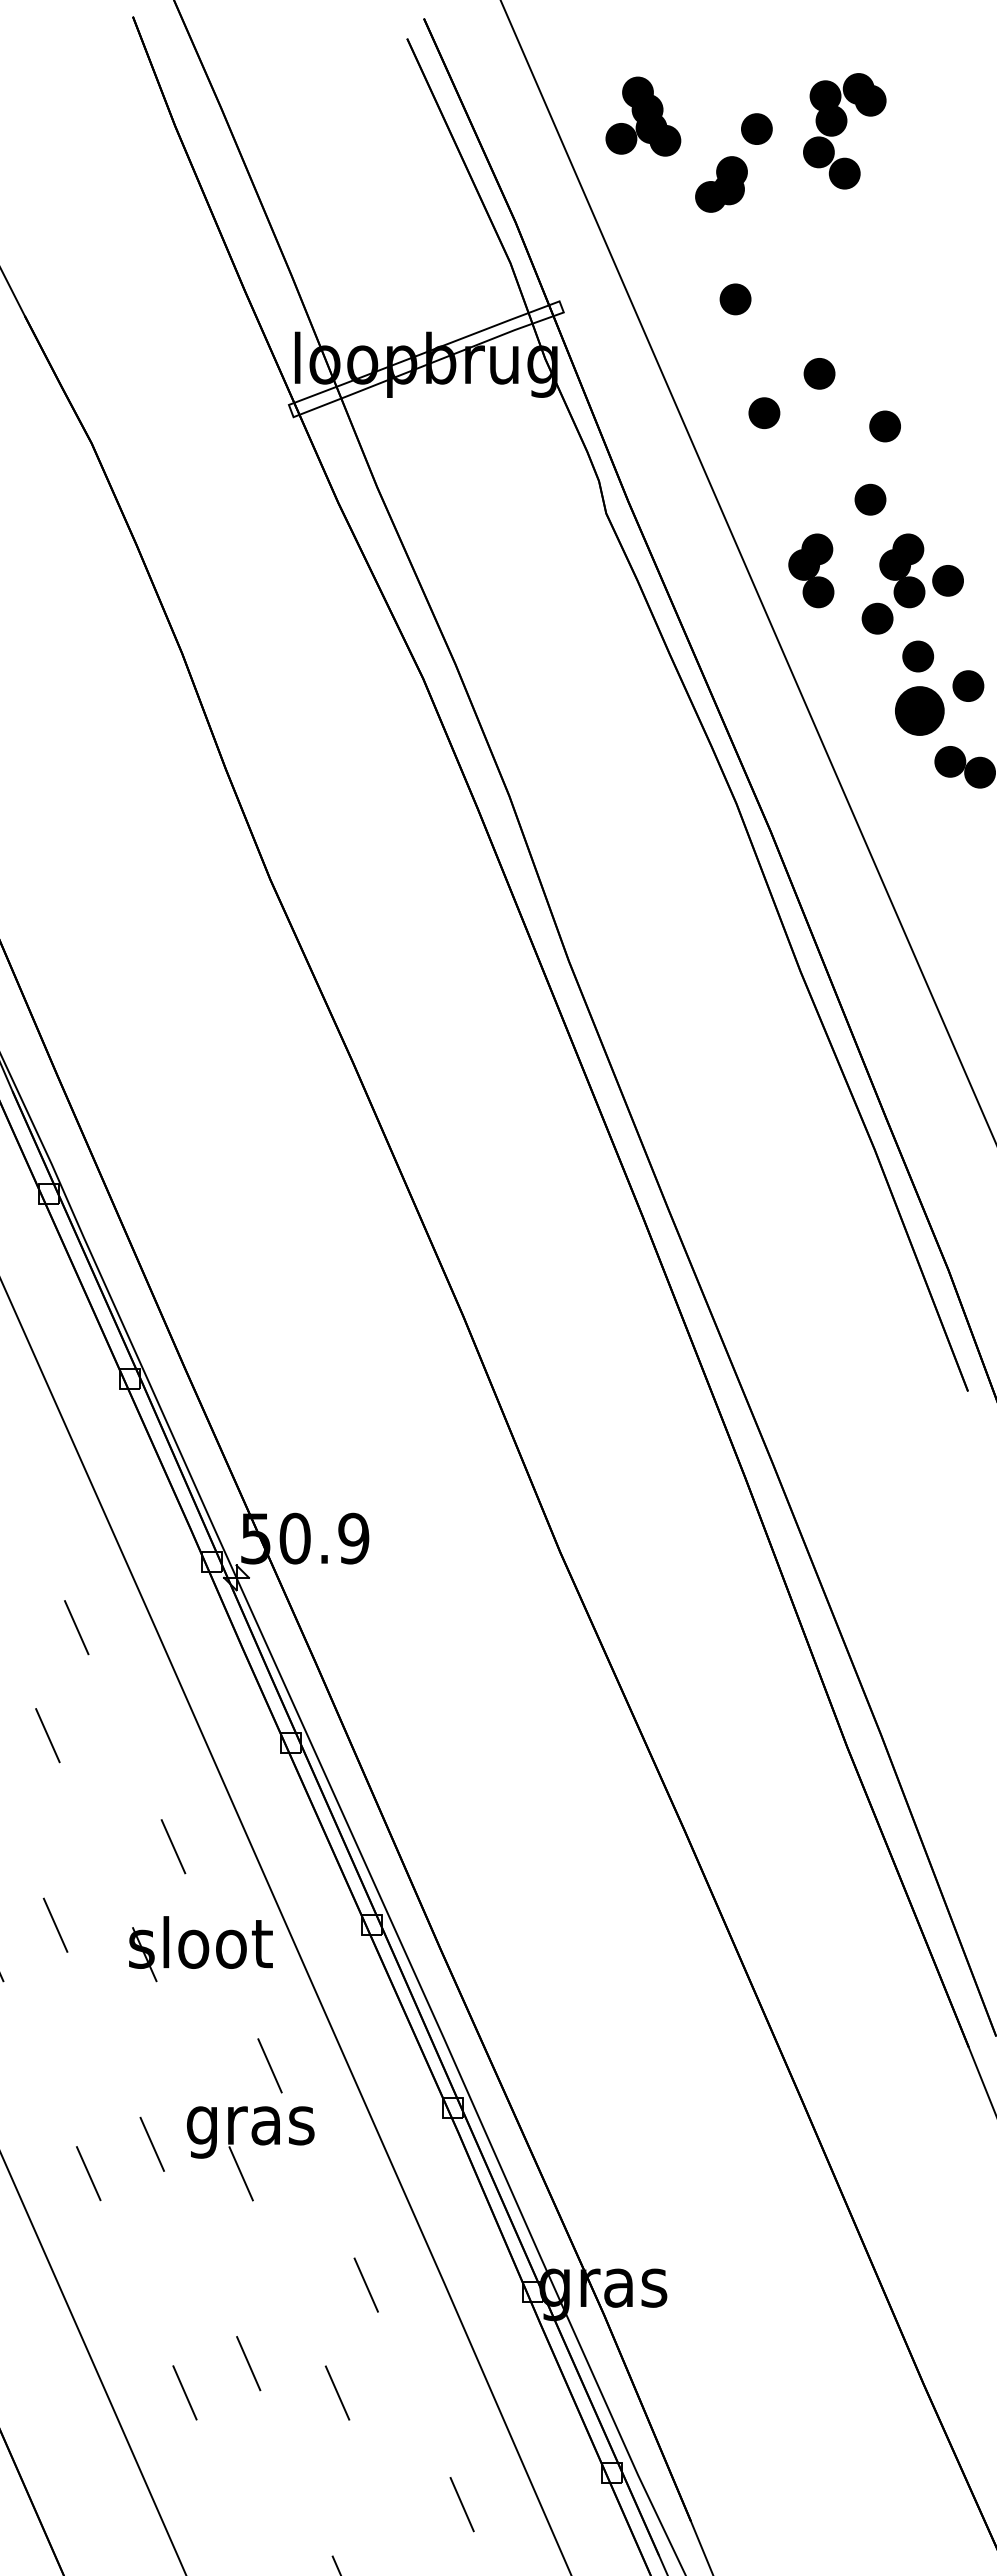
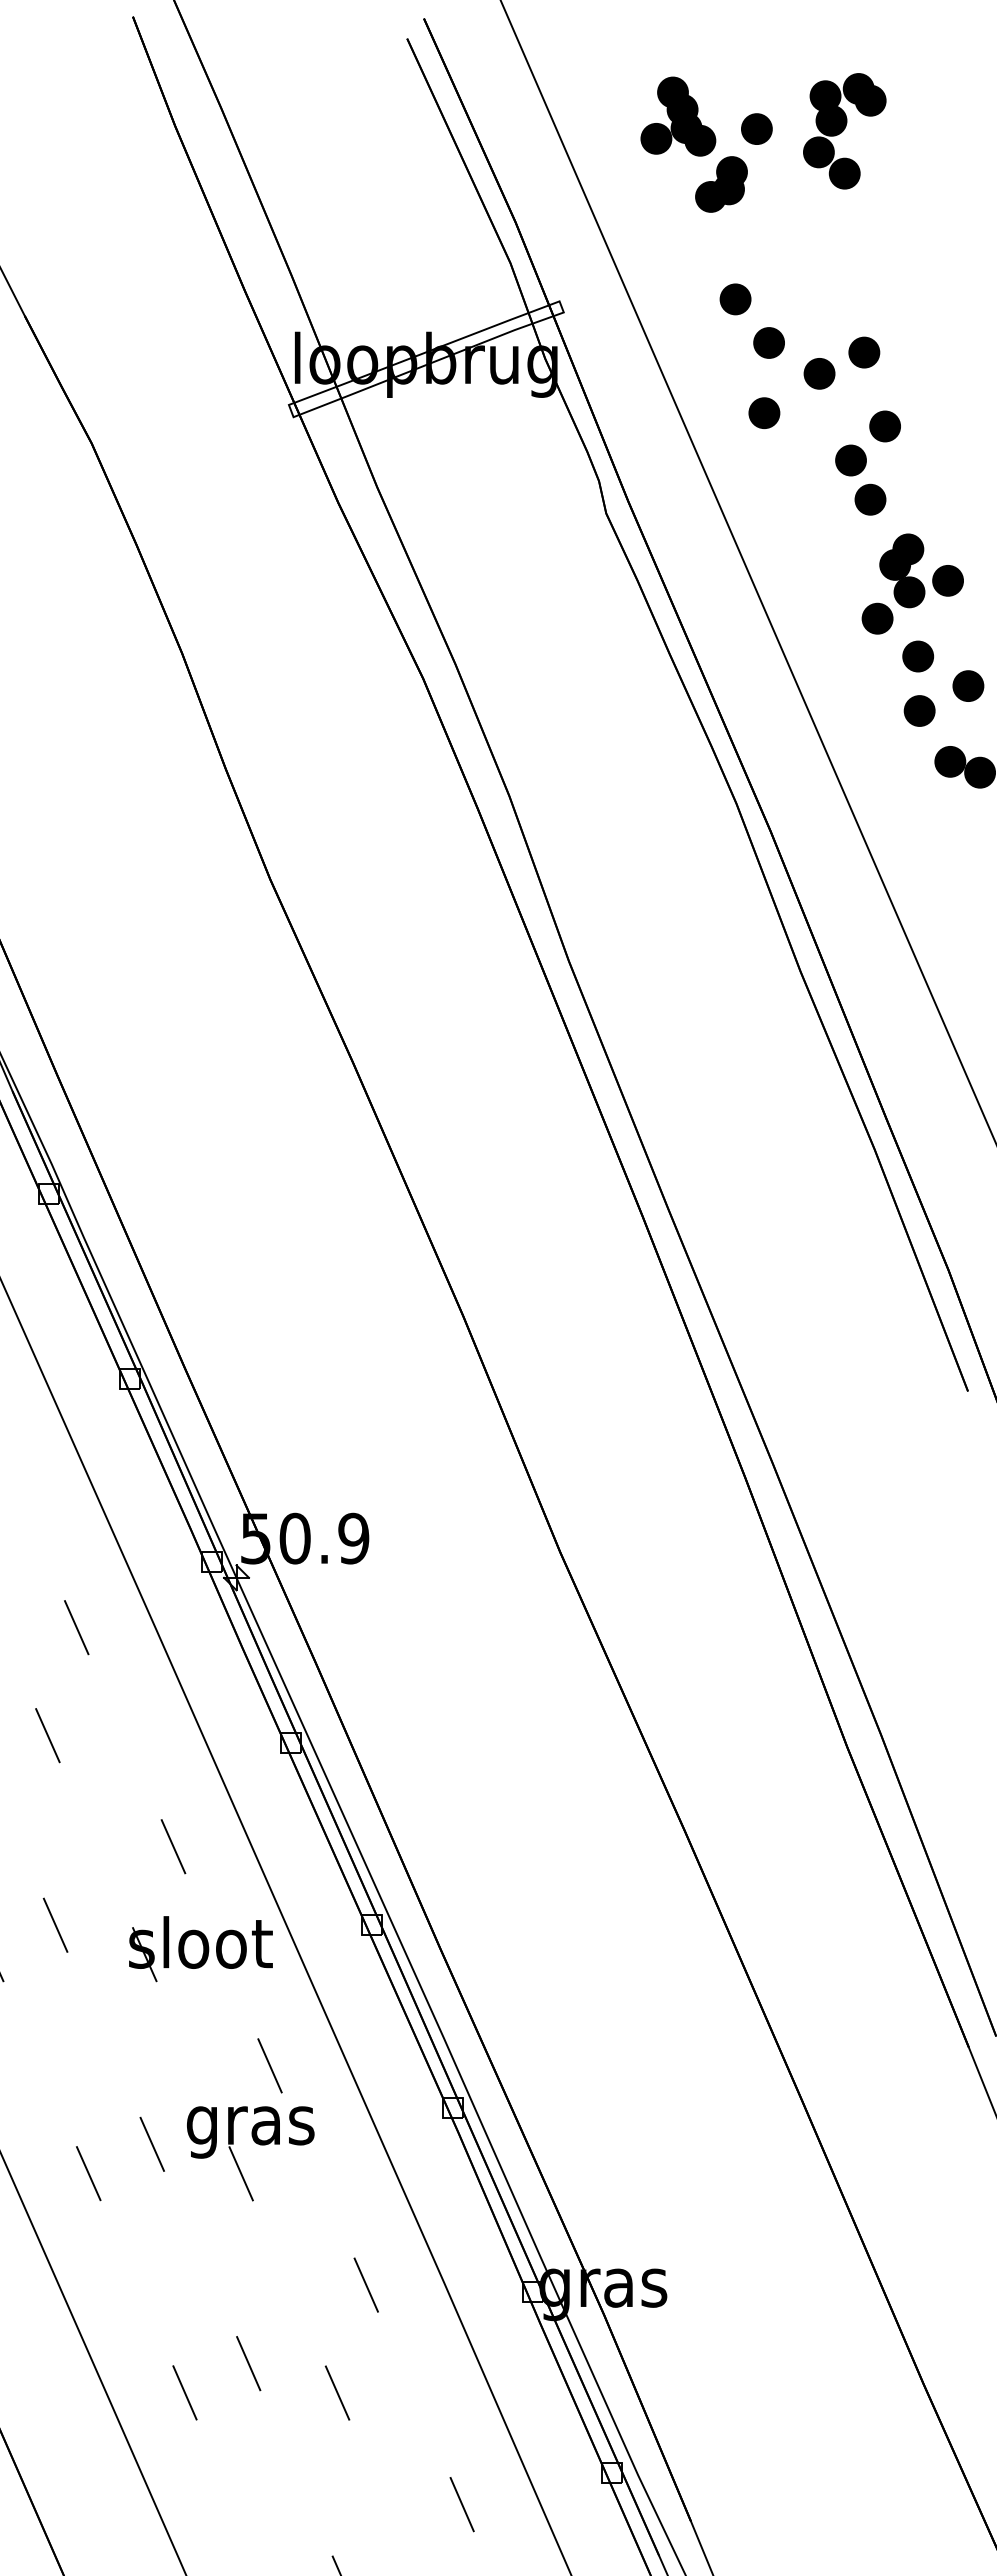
part at (643, 116) position: (643, 116) -> (678, 116)
part at (768, 342): none -> present
part at (864, 352): none -> present
part at (850, 460): none -> present
part at (811, 570): present -> none
part at (919, 710) size: 50x50 px -> 33x32 px
